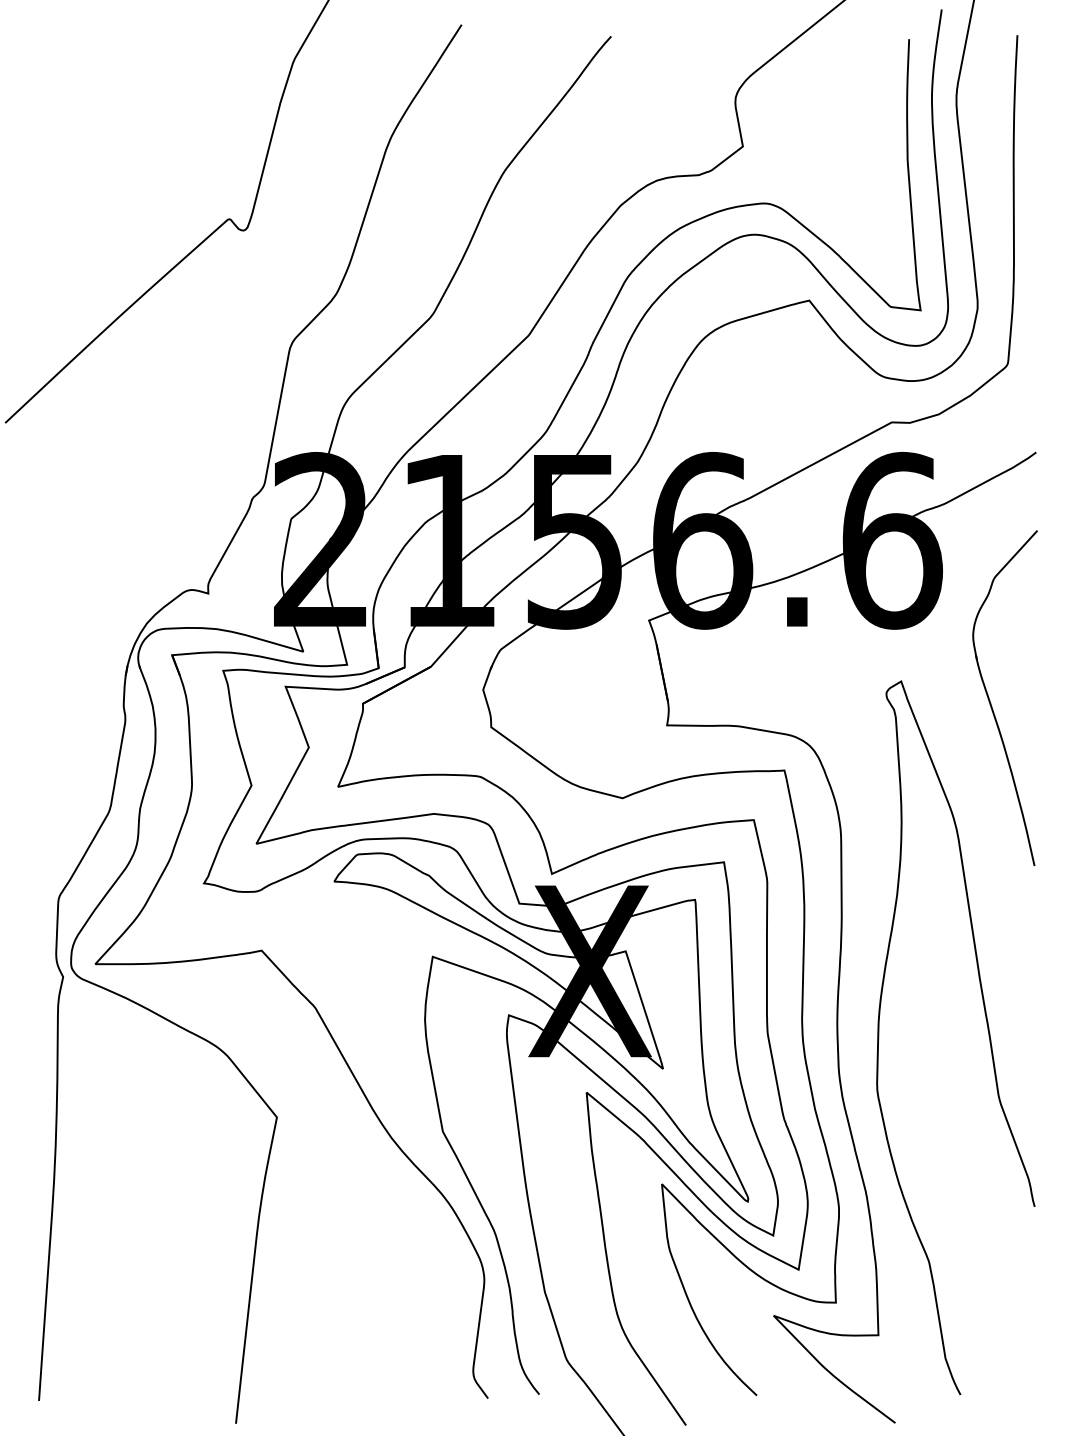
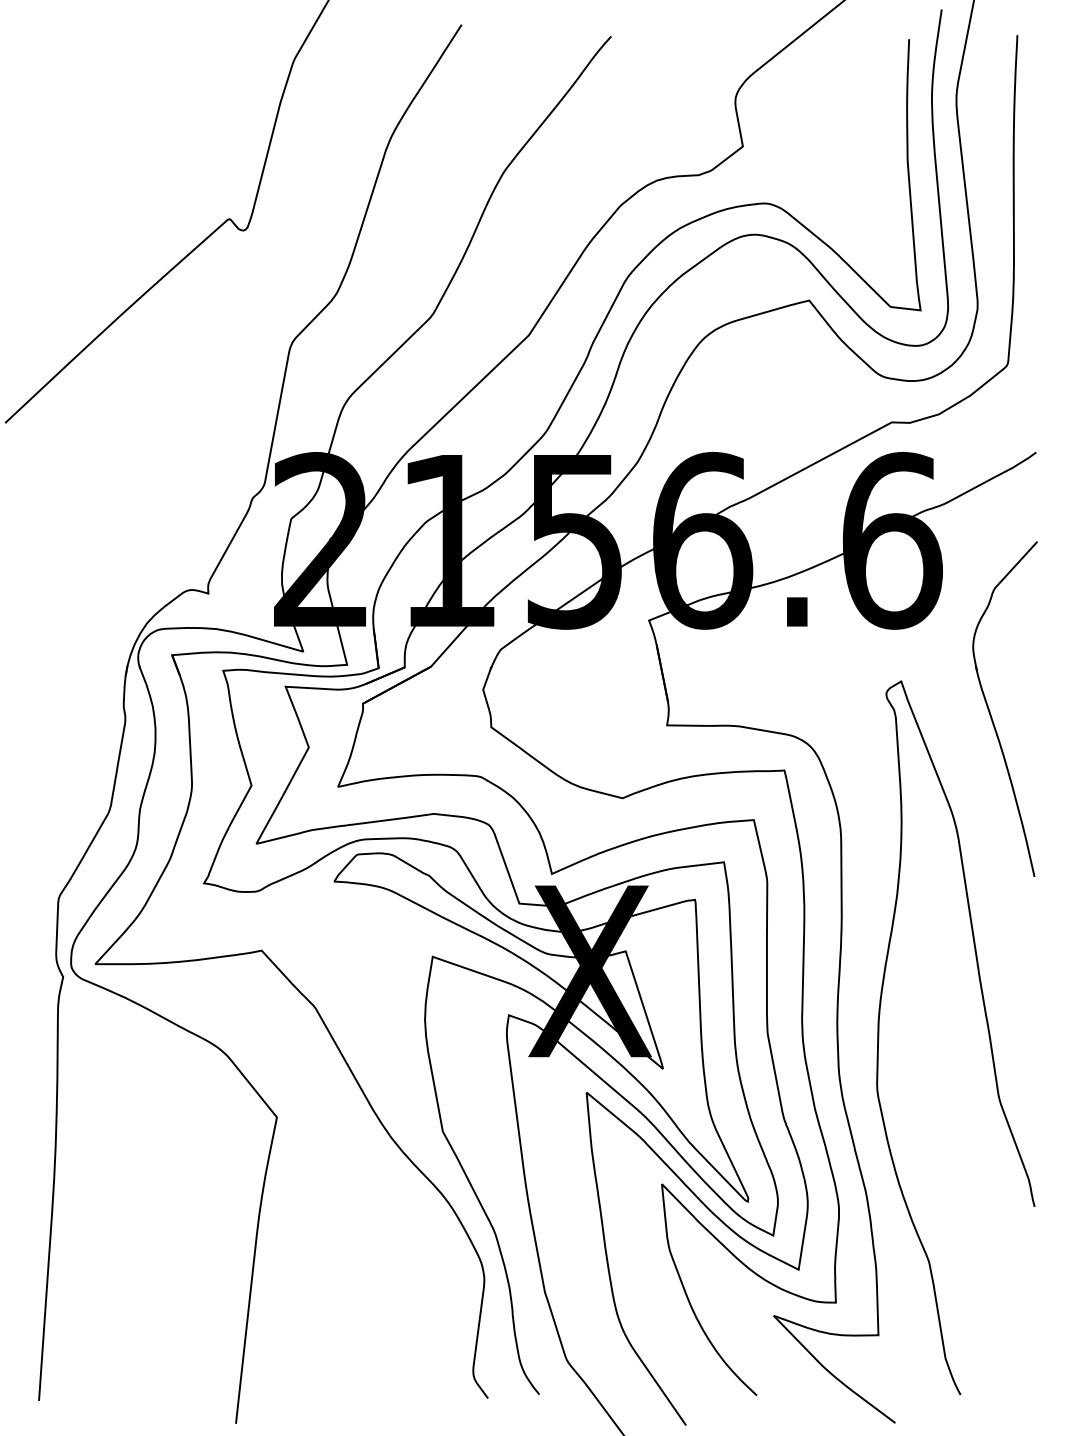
part at (990, 700) position: (990, 700) -> (990, 711)
